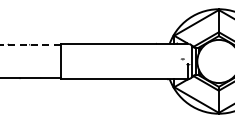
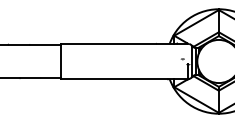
line at (30, 45): dashed -> solid
